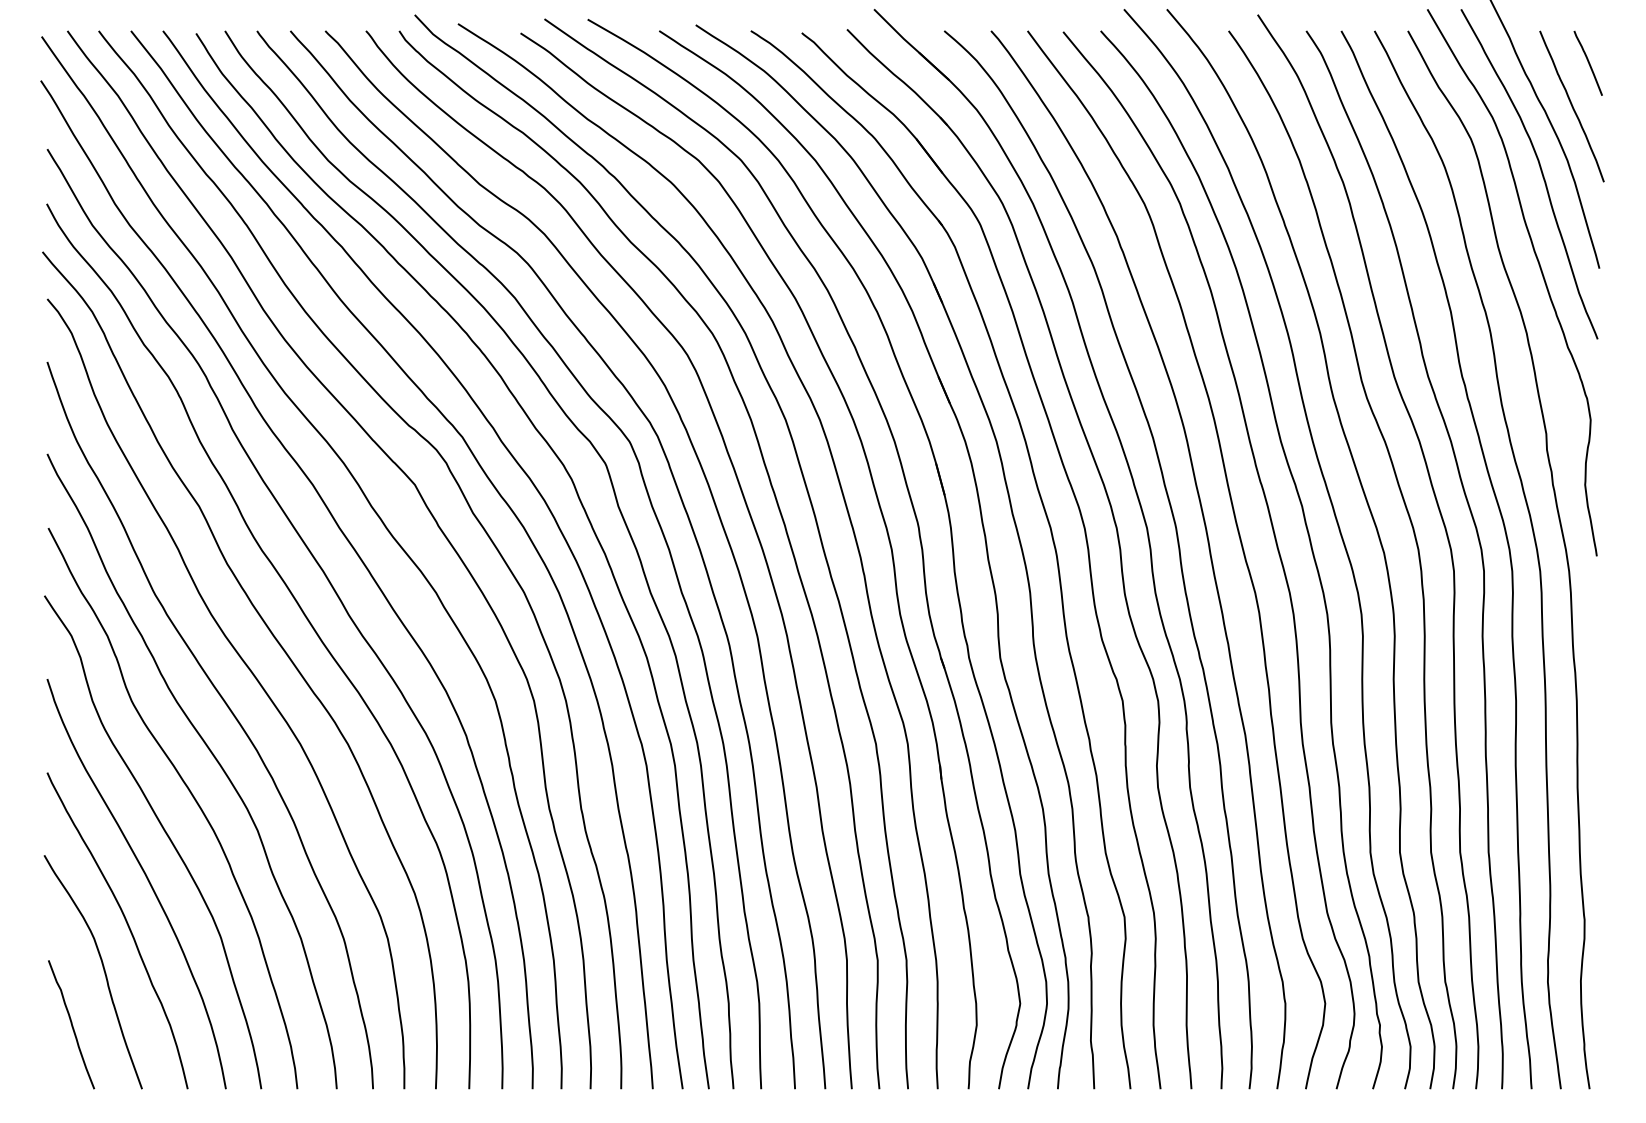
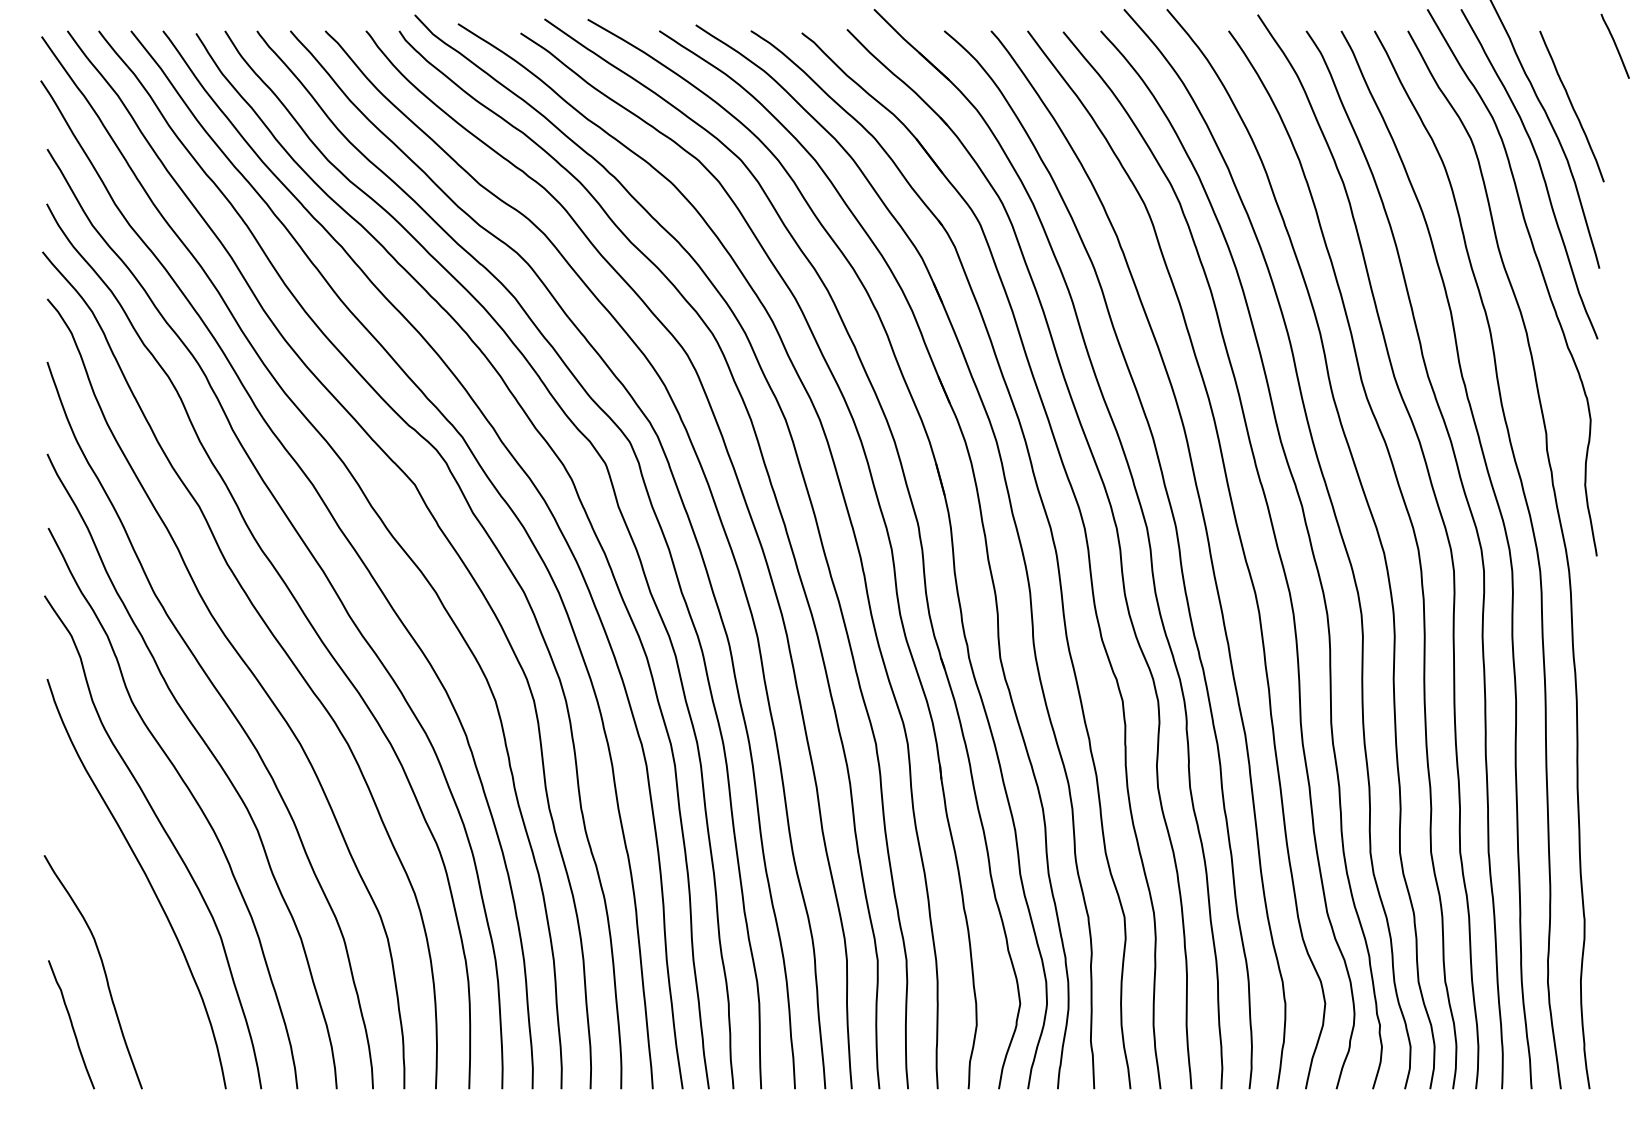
curve at (1587, 62) position: (1587, 62) -> (1614, 45)
curve at (127, 926): present -> none
